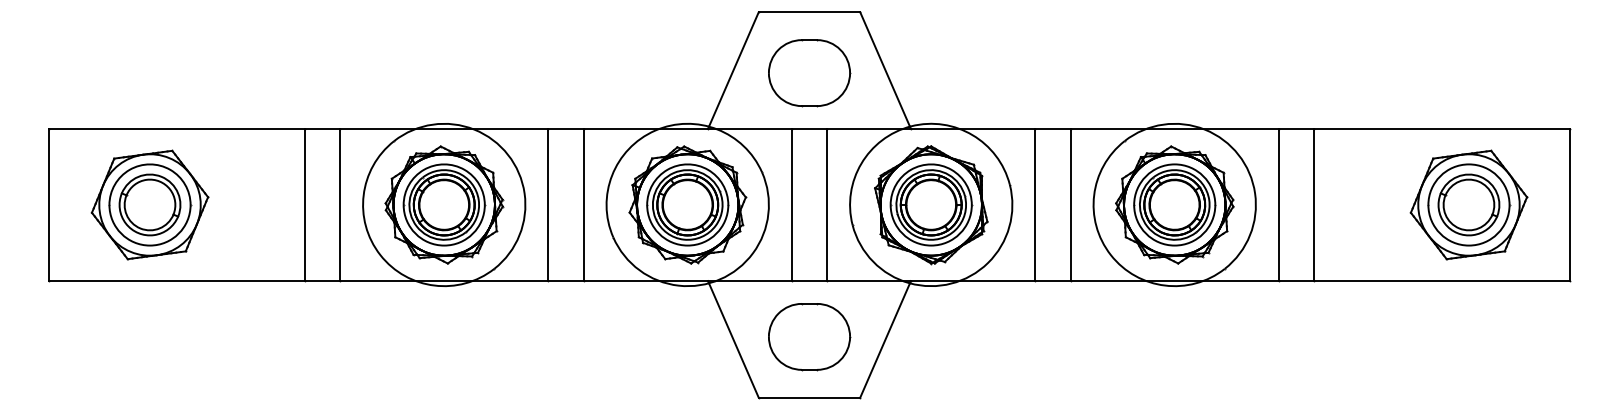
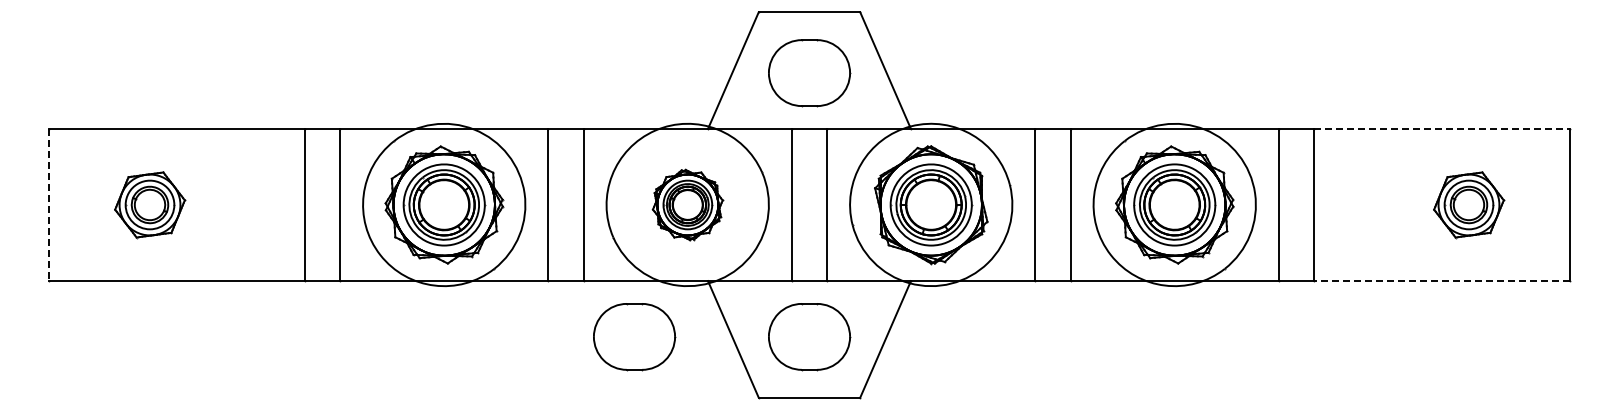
line at (1442, 128): solid -> dashed
part at (149, 204) size: 120x112 px -> 73x69 px
part at (687, 204) size: 120x120 px -> 74x74 px
part at (1468, 204) size: 120x112 px -> 73x69 px
line at (48, 205): solid -> dashed
line at (1441, 281): solid -> dashed
part at (634, 337): none -> present
